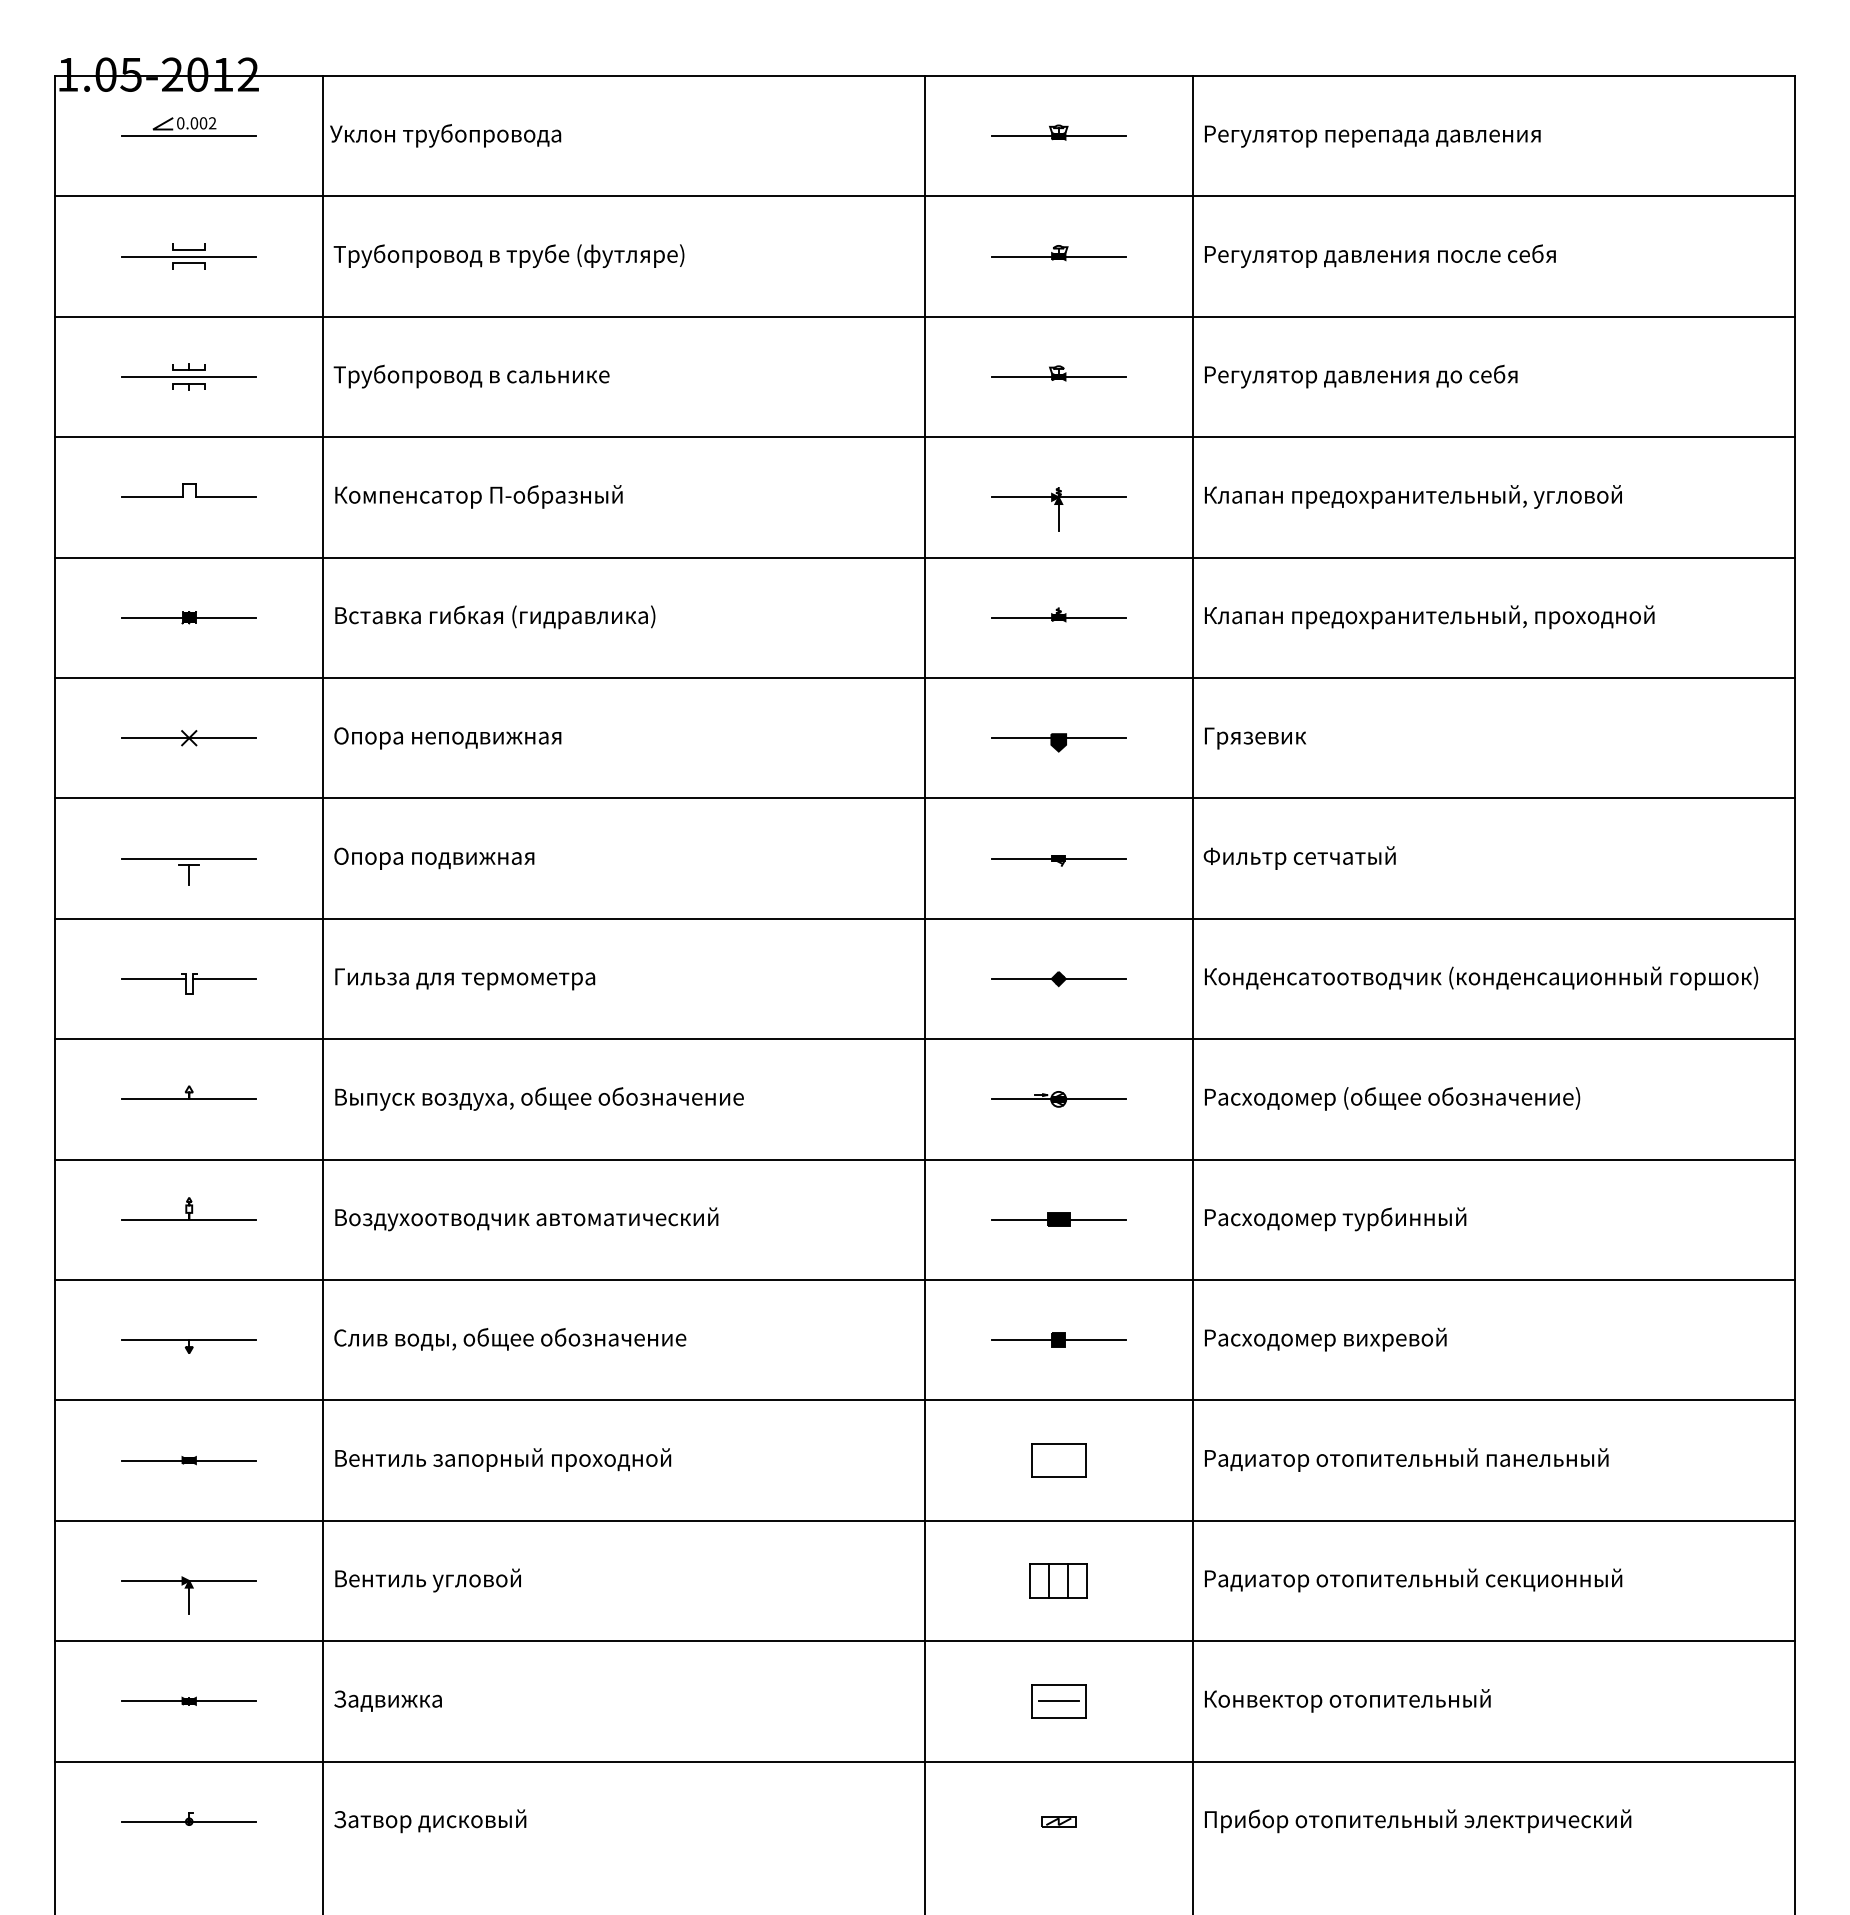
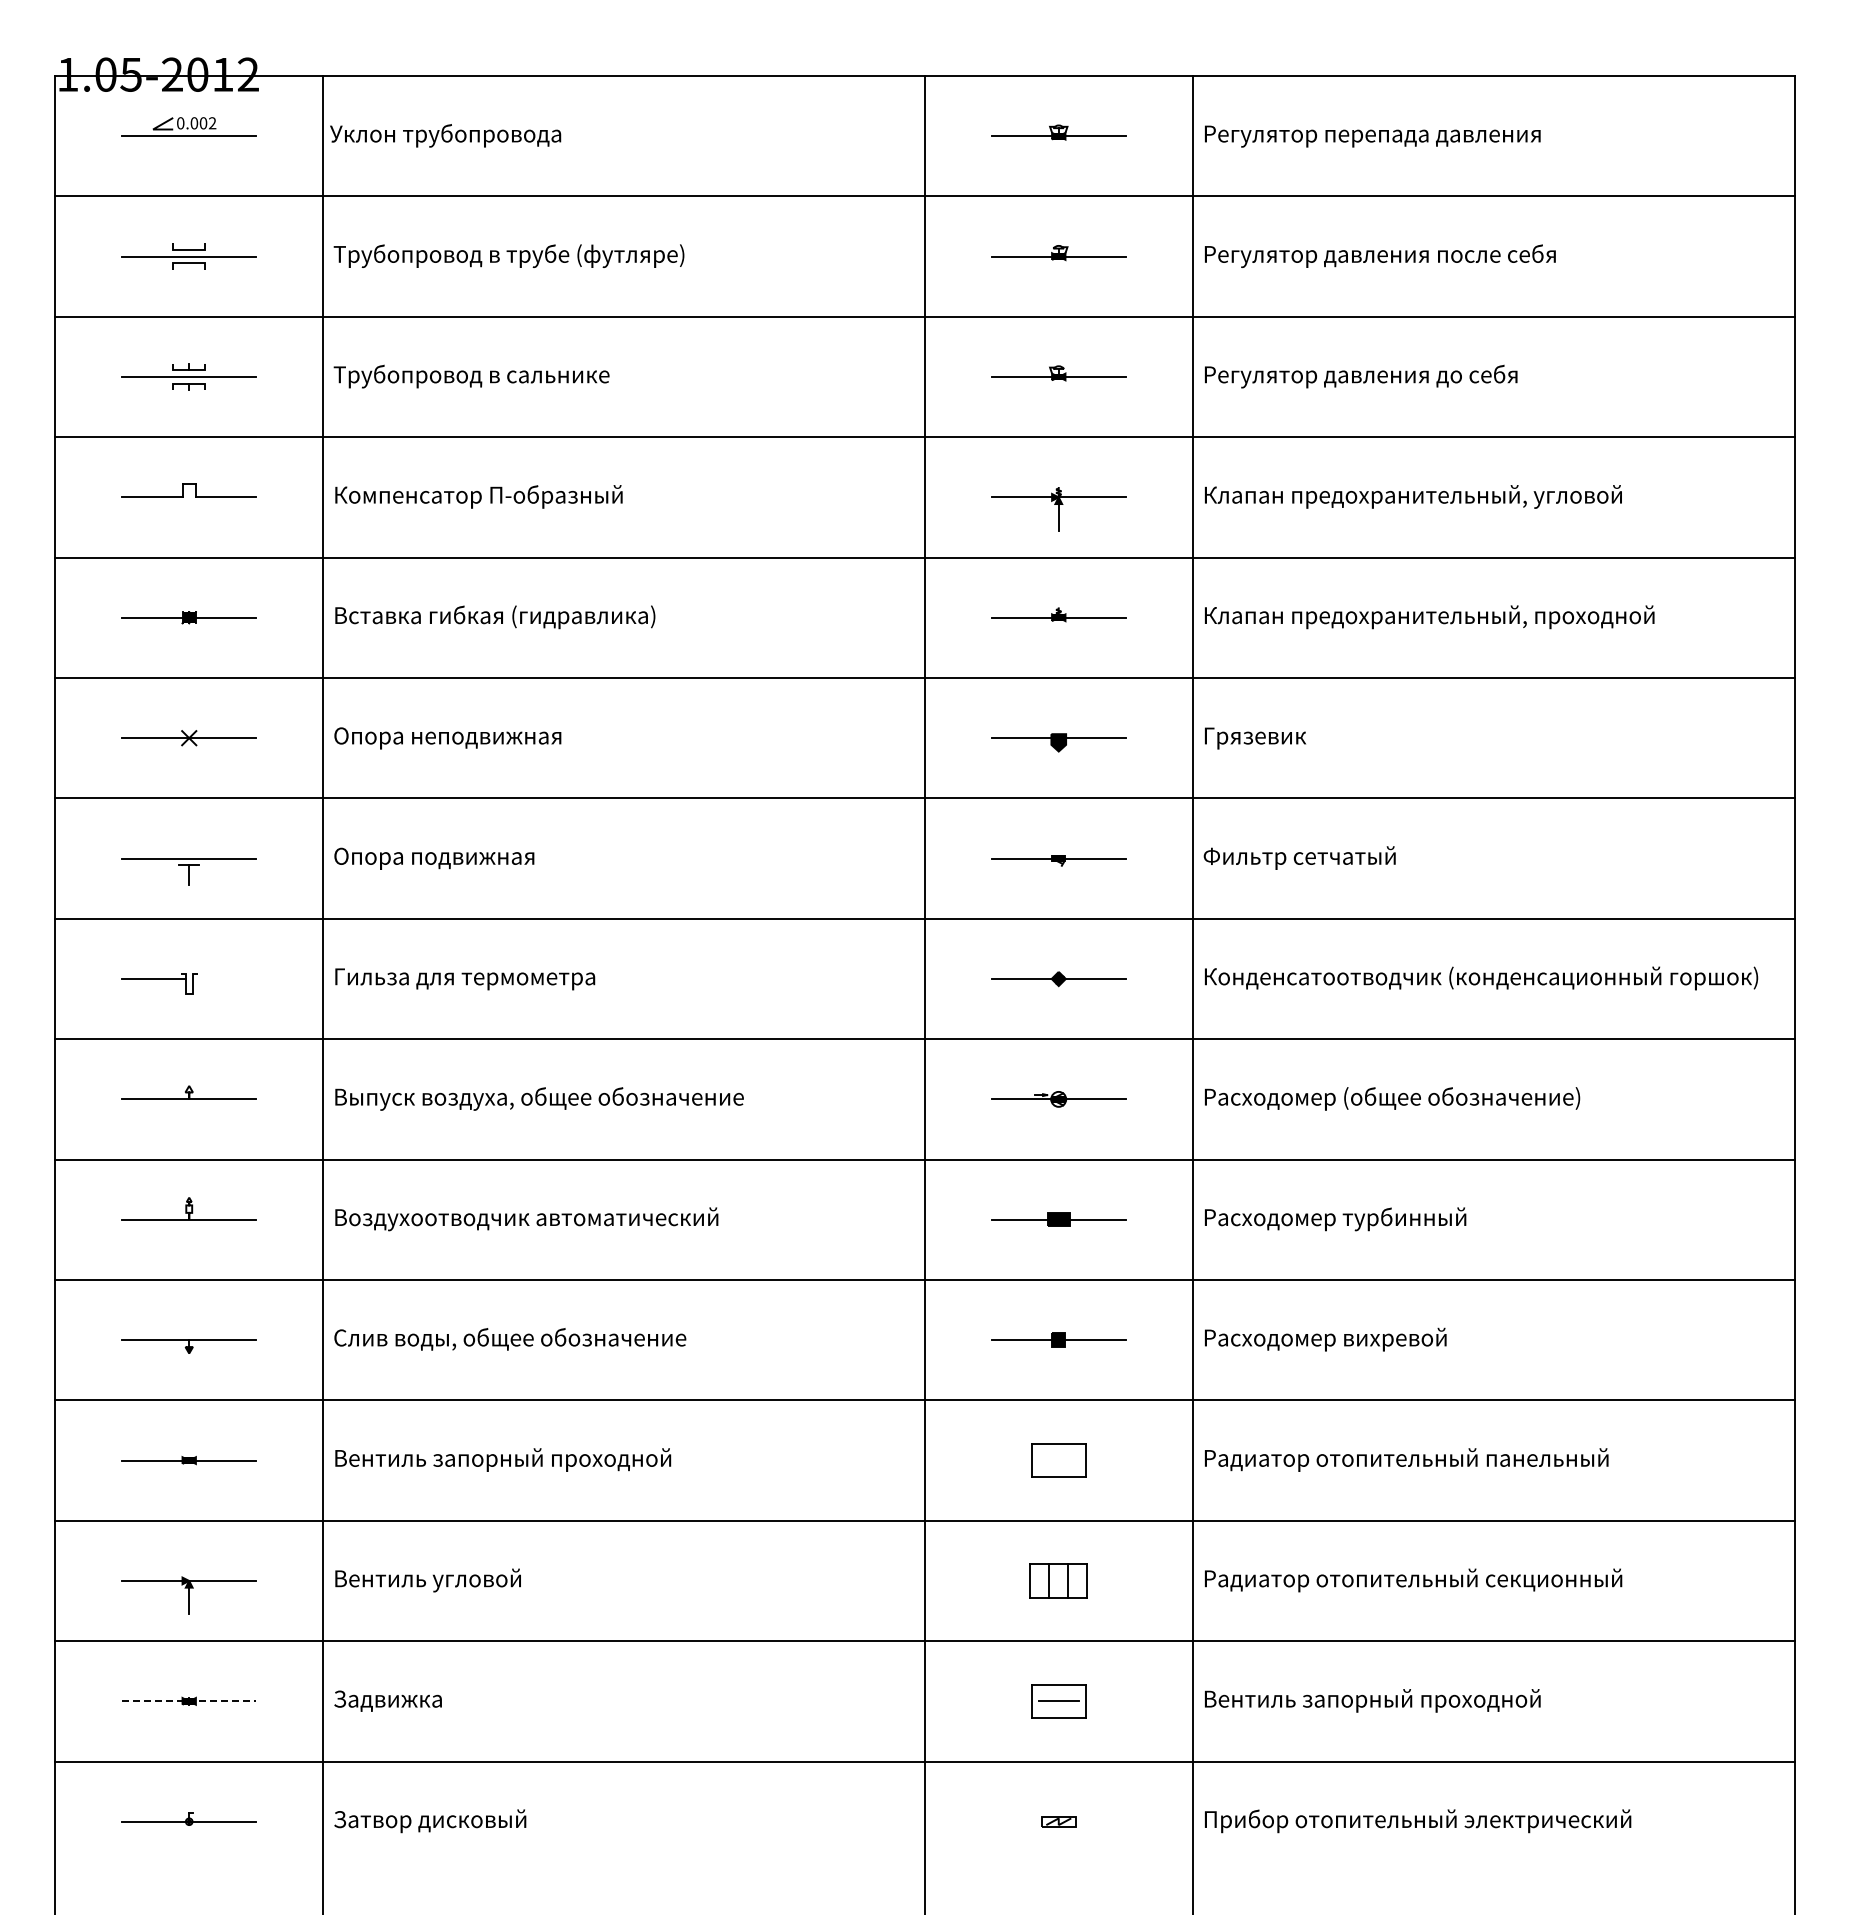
line at (224, 978): present -> none
text at (1373, 1700): Конвектор отопительный -> Вентиль запорный проходной
line at (189, 1701): solid -> dashed
